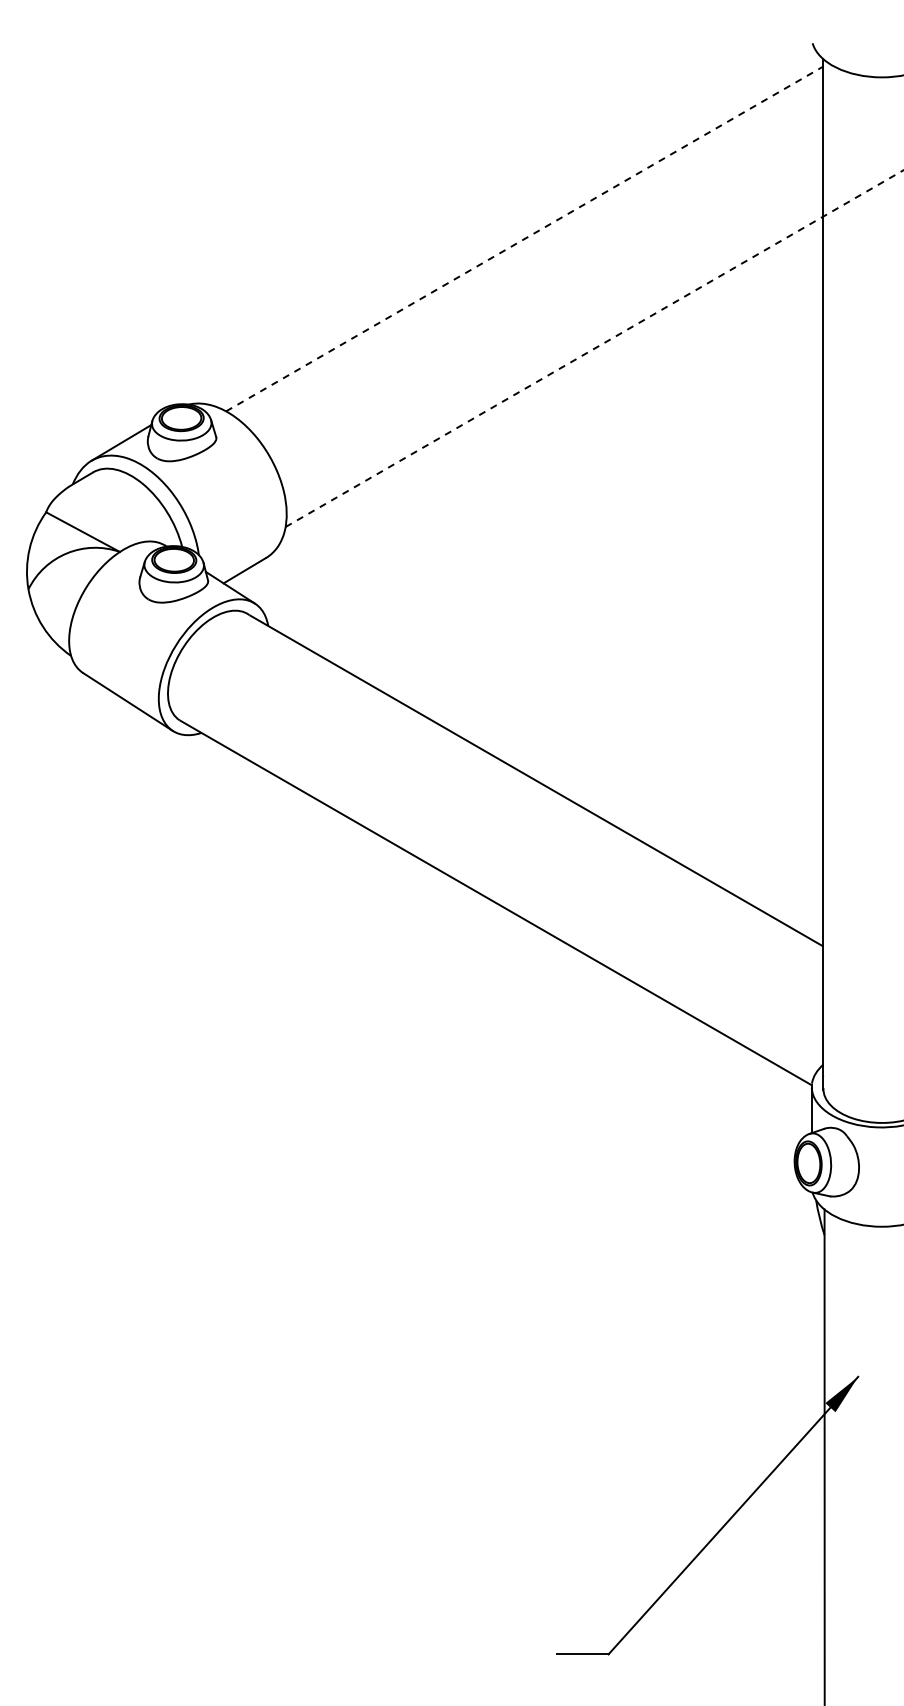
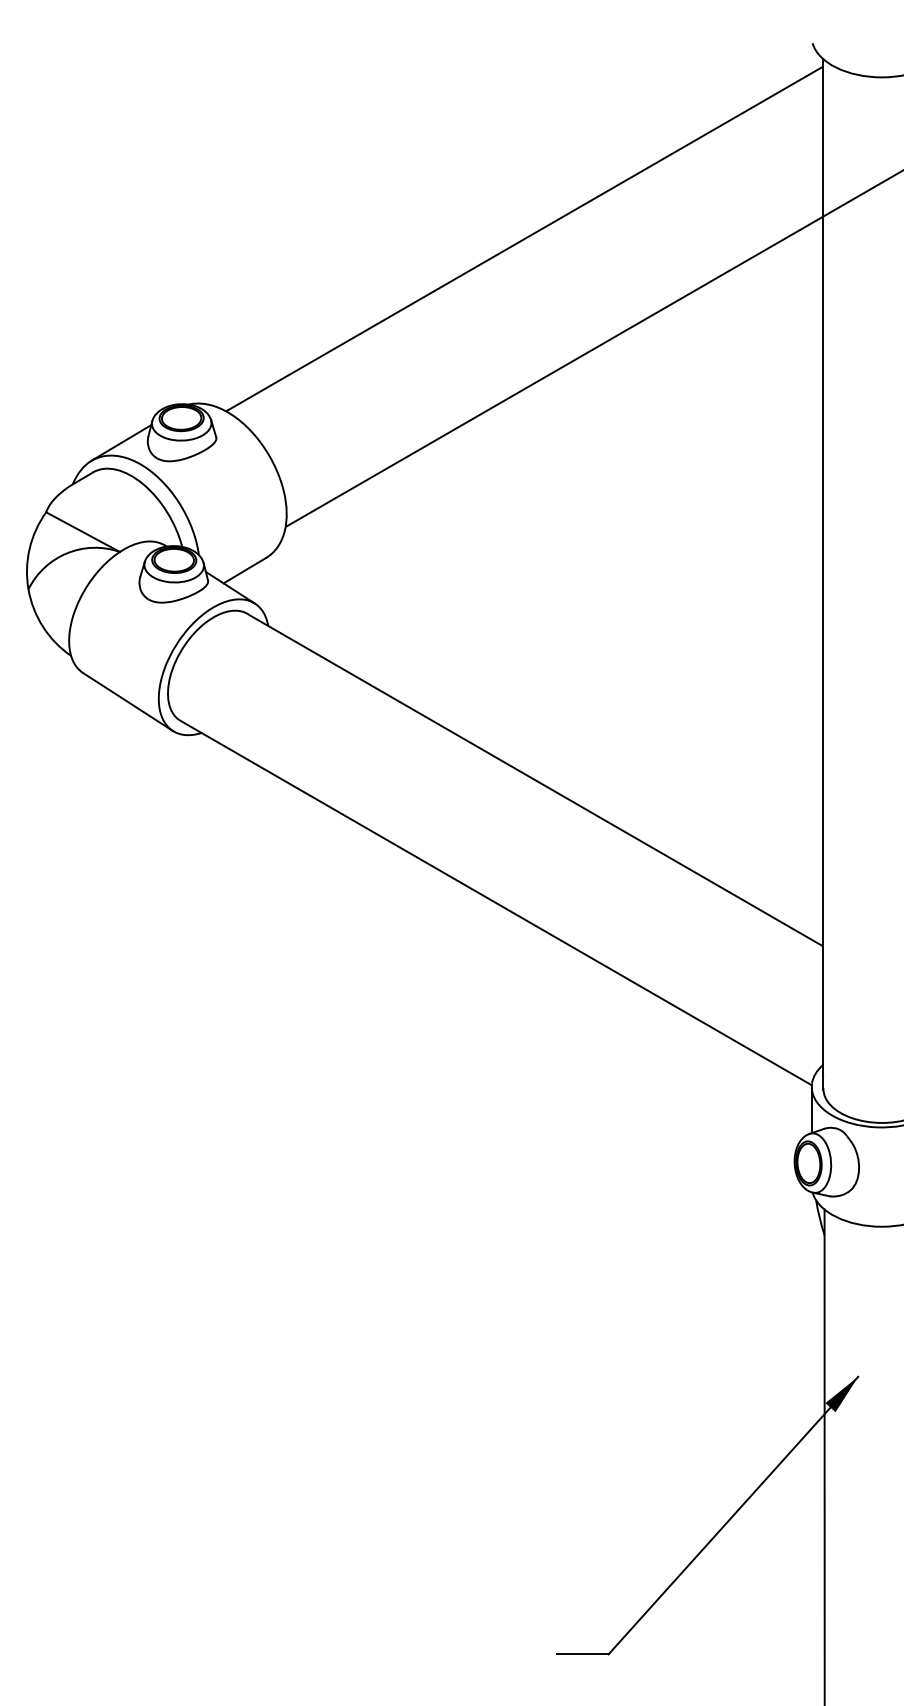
line at (524, 238): dashed -> solid
line at (594, 348): dashed -> solid
